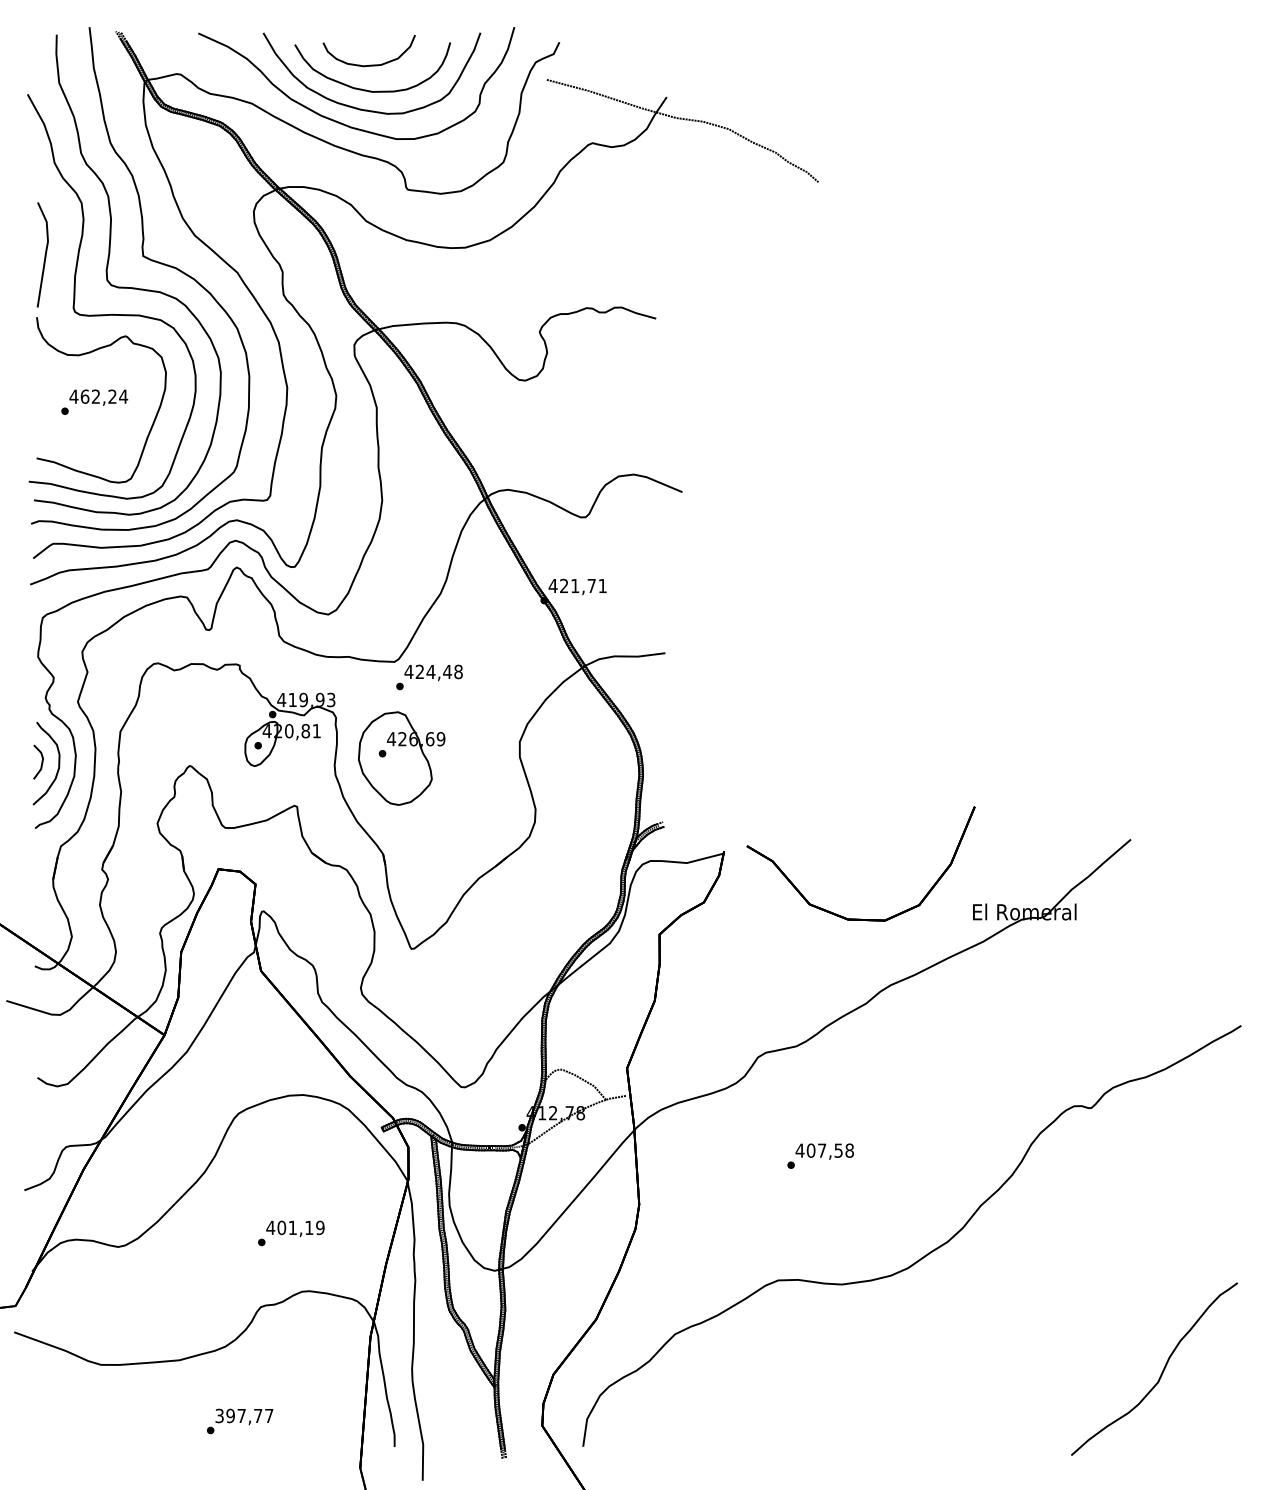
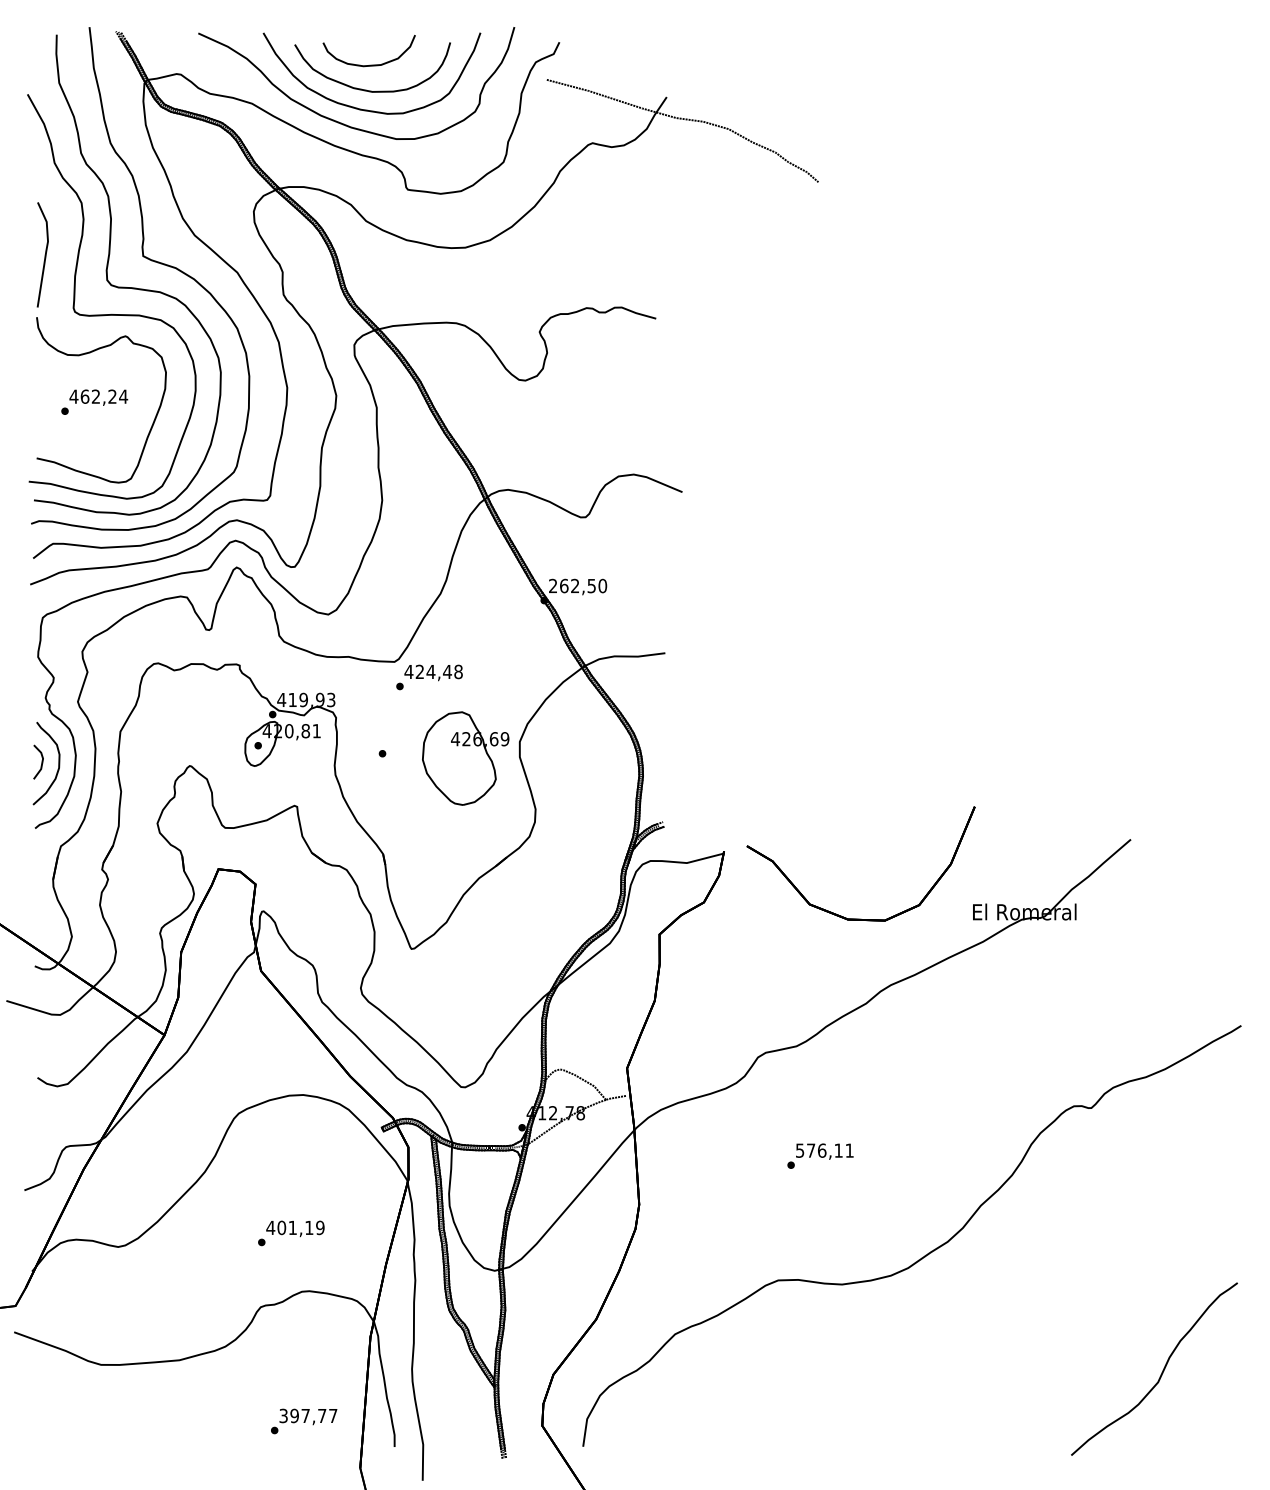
text at (577, 585): 421,71 -> 262,50
part at (401, 758) position: (401, 758) -> (465, 758)
text at (824, 1150): 407,58 -> 576,11
text at (240, 1421) position: (240, 1421) -> (304, 1421)
